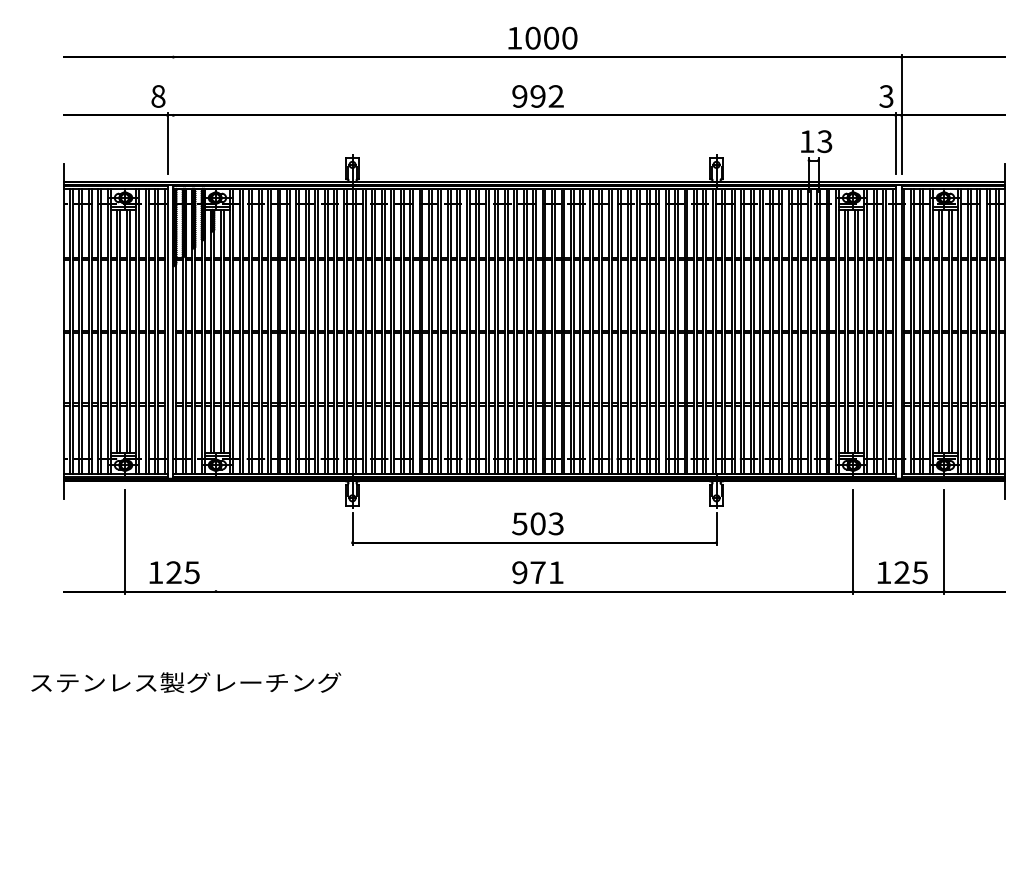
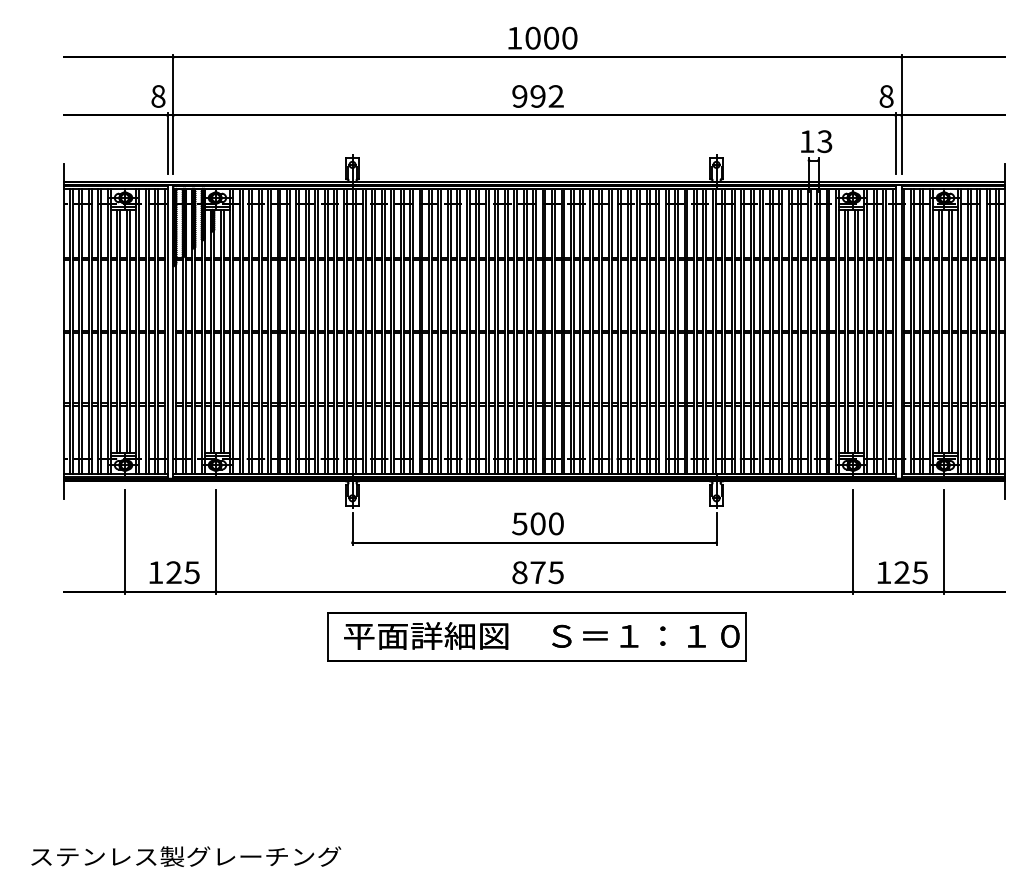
text at (886, 96): 3 -> 8
line at (173, 113): none -> present
text at (555, 523): 503 -> 500
line at (216, 541): none -> present
text at (537, 572): 971 -> 875
part at (536, 636): none -> present
text at (186, 682) position: (186, 682) -> (186, 856)
